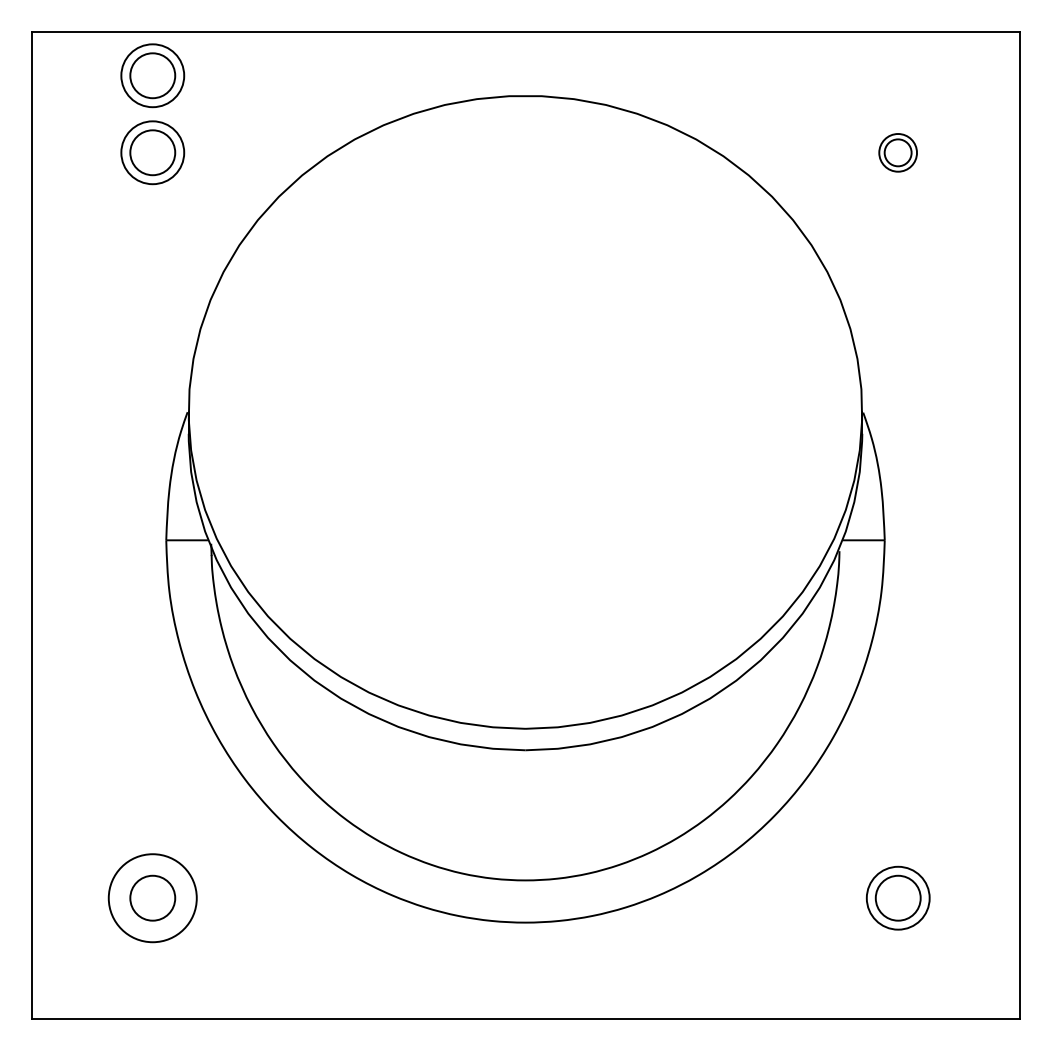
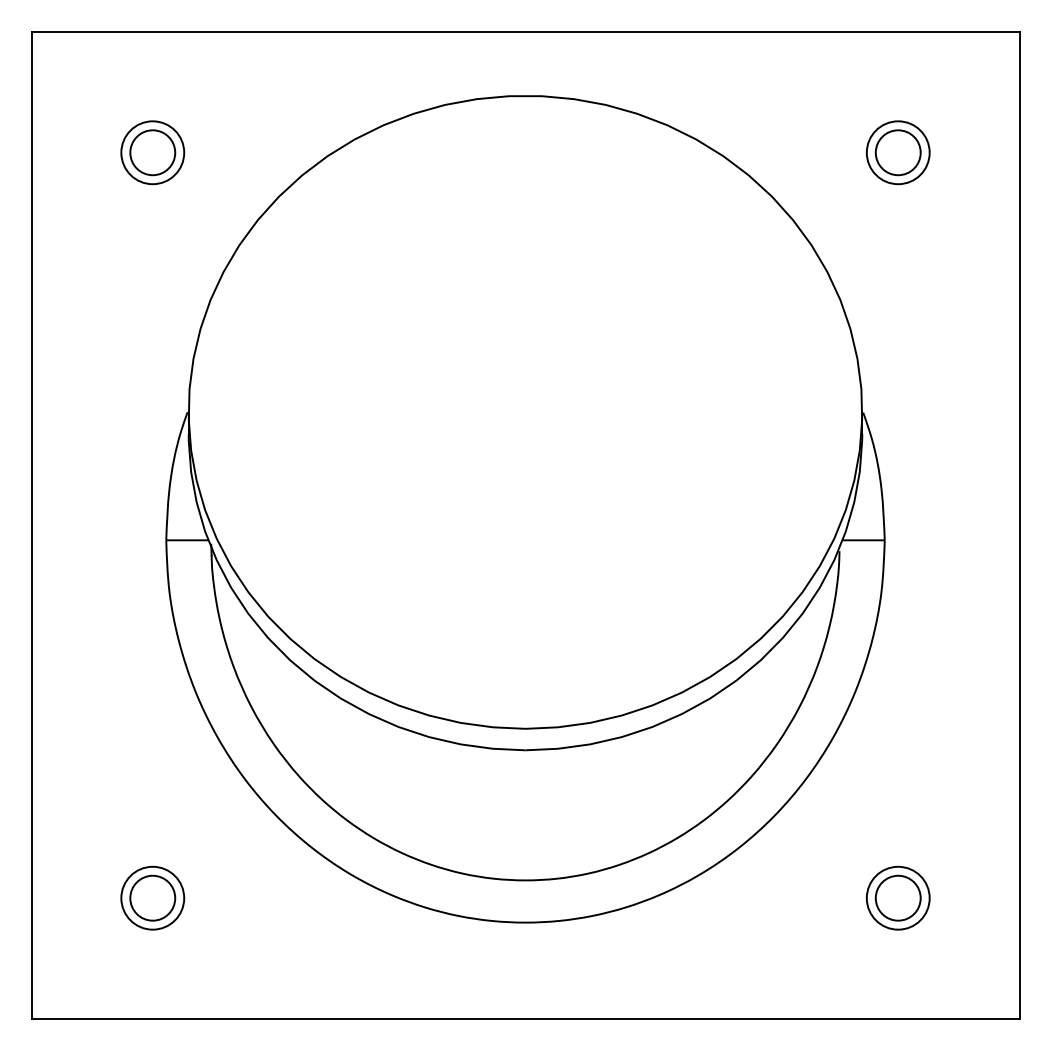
part at (152, 75): present -> none
part at (897, 152) size: 40x40 px -> 66x66 px
circle at (152, 898) diameter: 88 px -> 63 px
